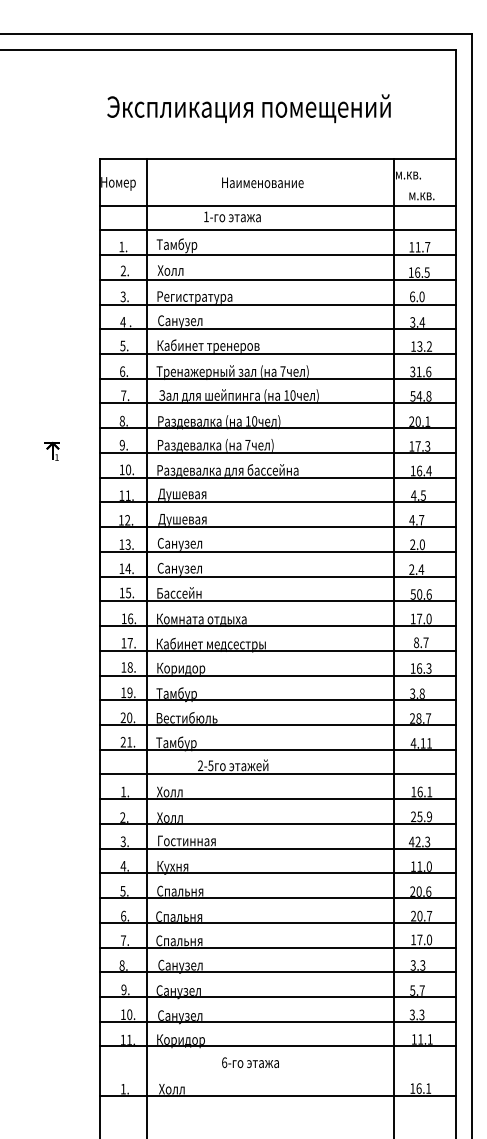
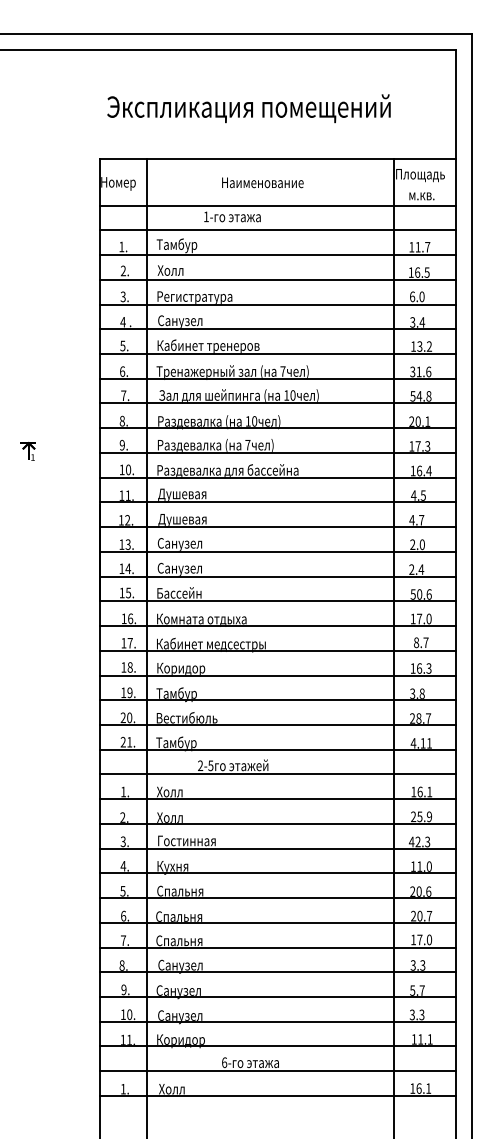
text at (420, 175): м.кв. -> Площадь
part at (51, 450) position: (51, 450) -> (27, 450)
line at (277, 1071): none -> present
